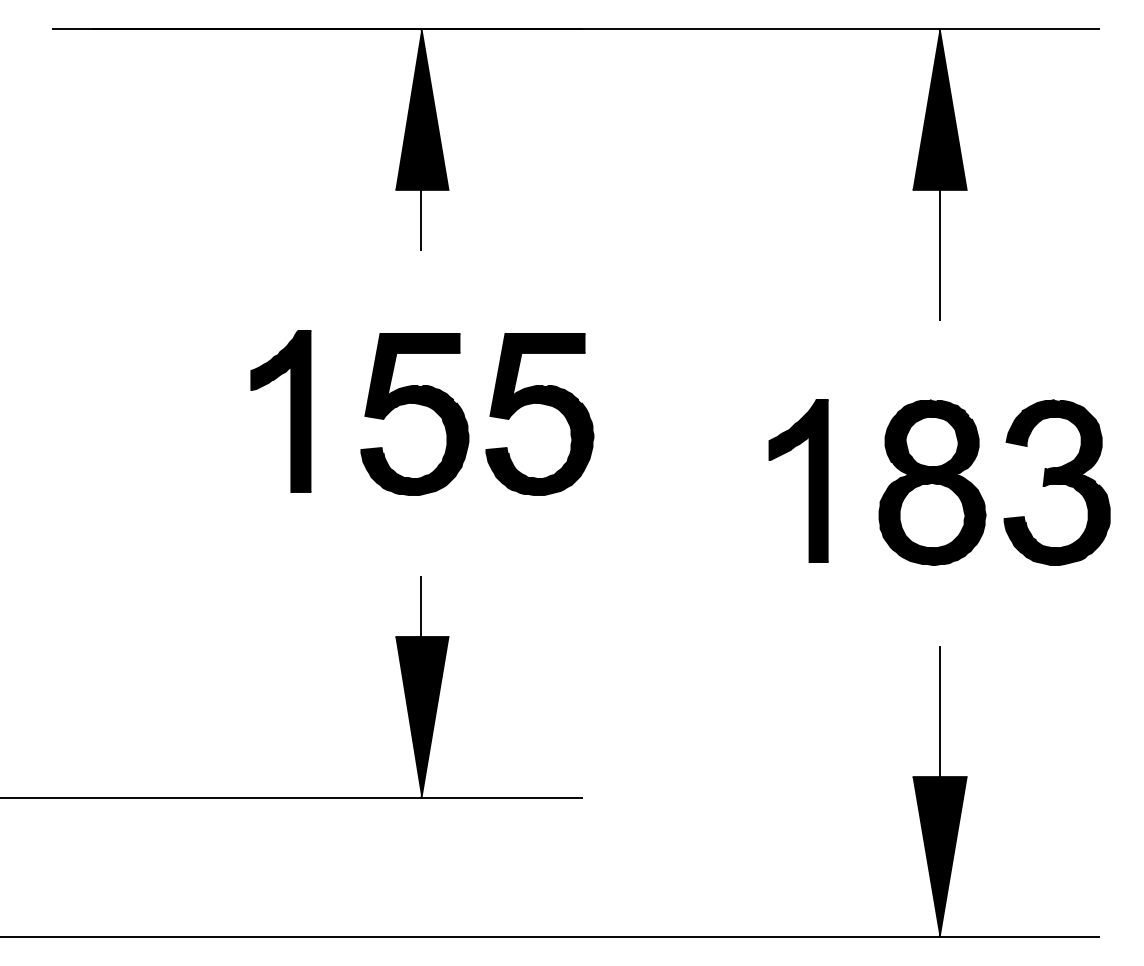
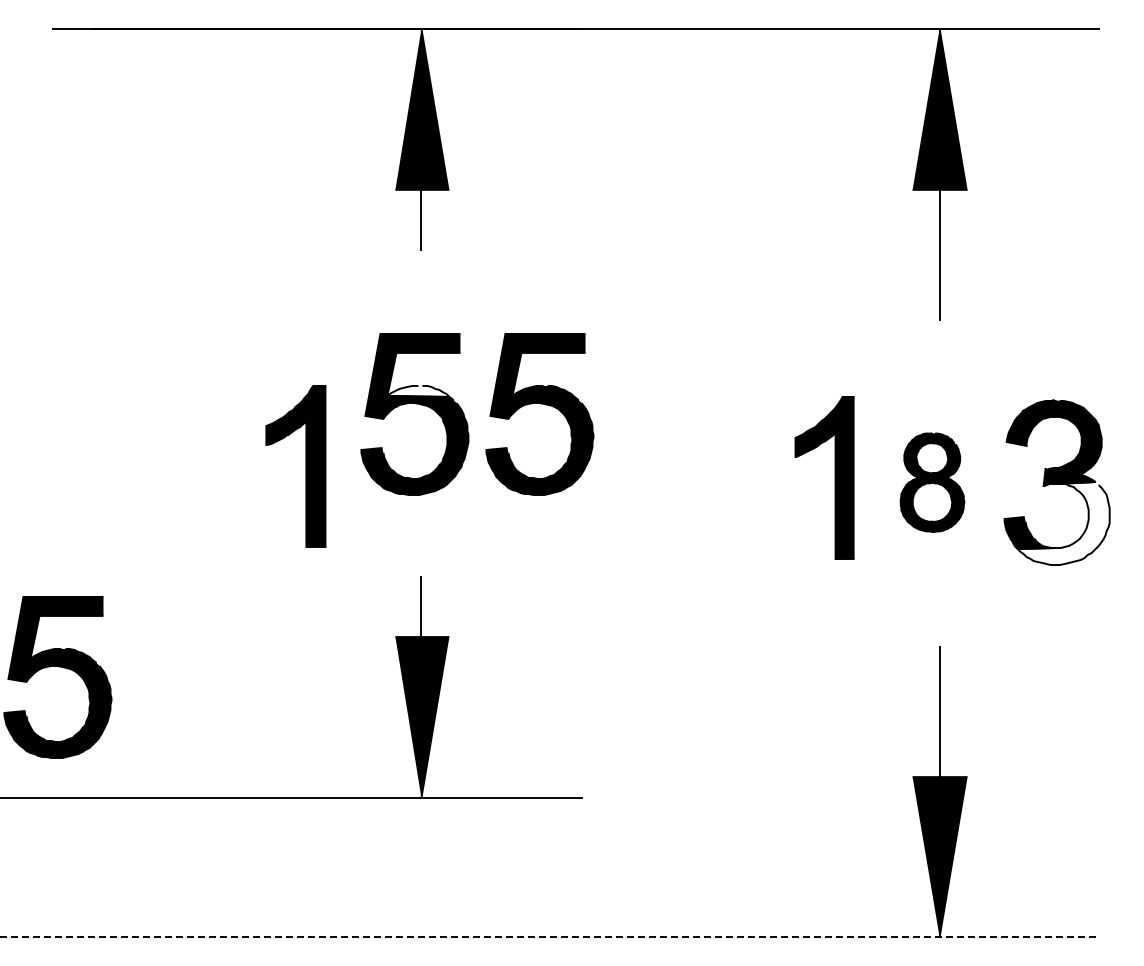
fill at (418, 390): present -> none
part at (290, 411) position: (290, 411) -> (305, 466)
part at (808, 480) position: (808, 480) -> (834, 477)
part at (932, 482) size: 109x167 px -> 67x101 px
fill at (1063, 523): present -> none
part at (58, 667): none -> present
line at (550, 937): solid -> dashed
